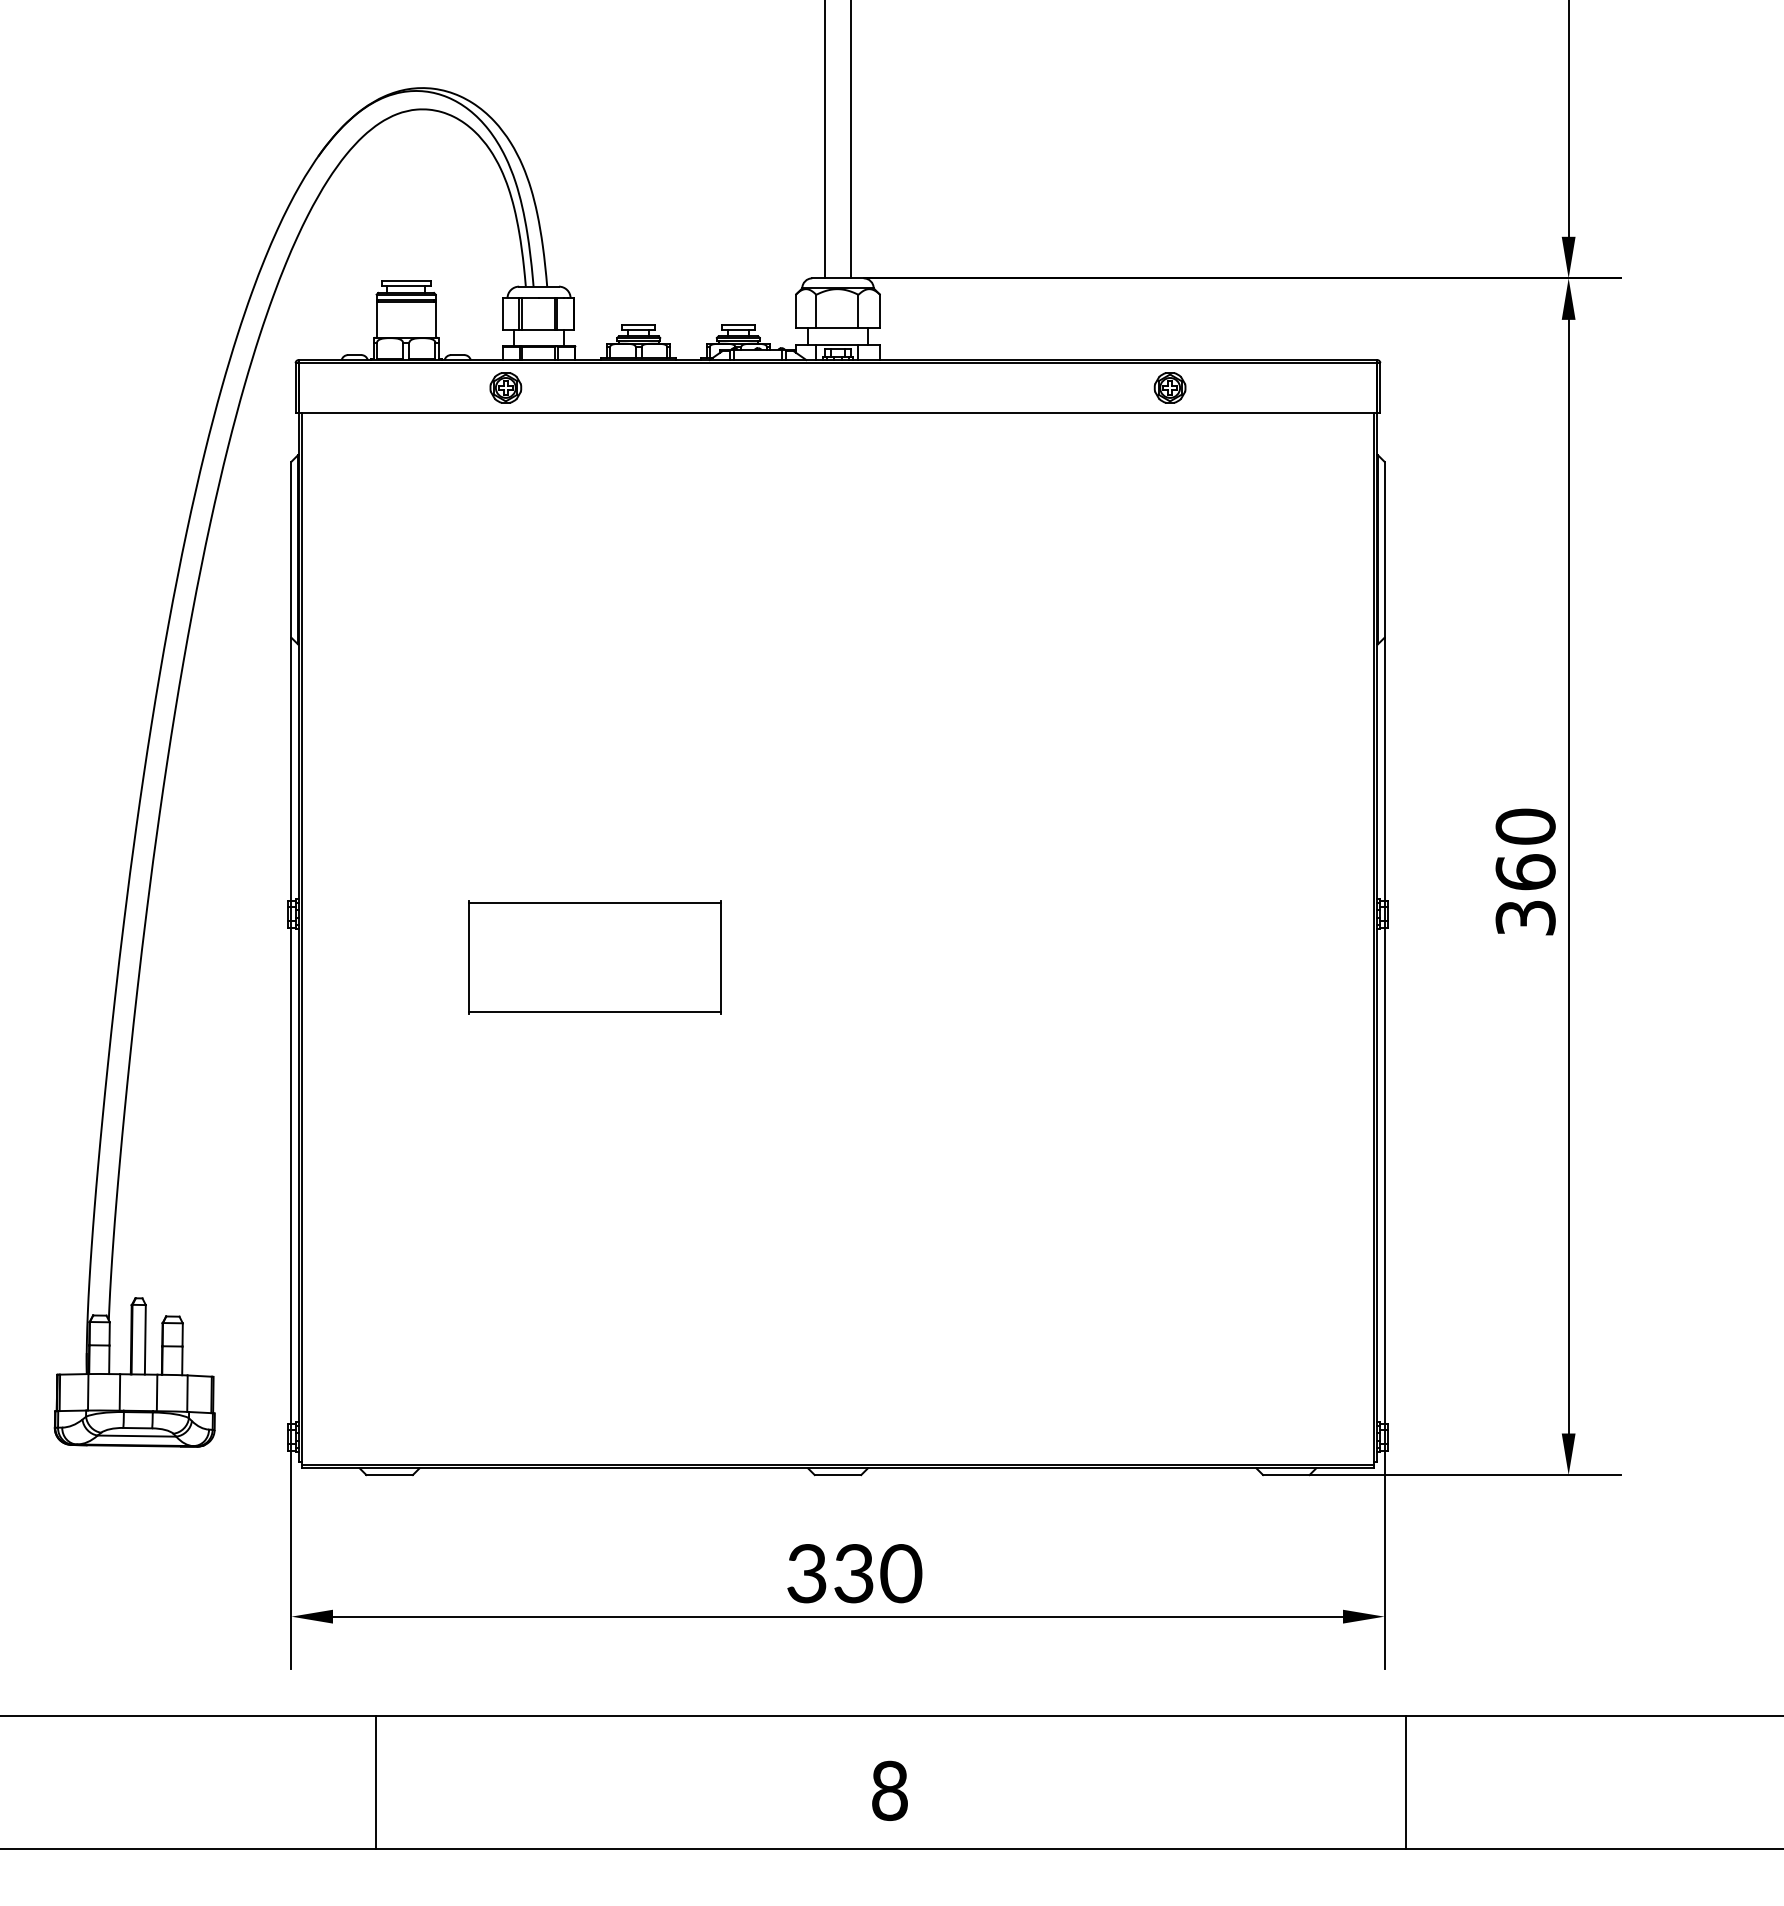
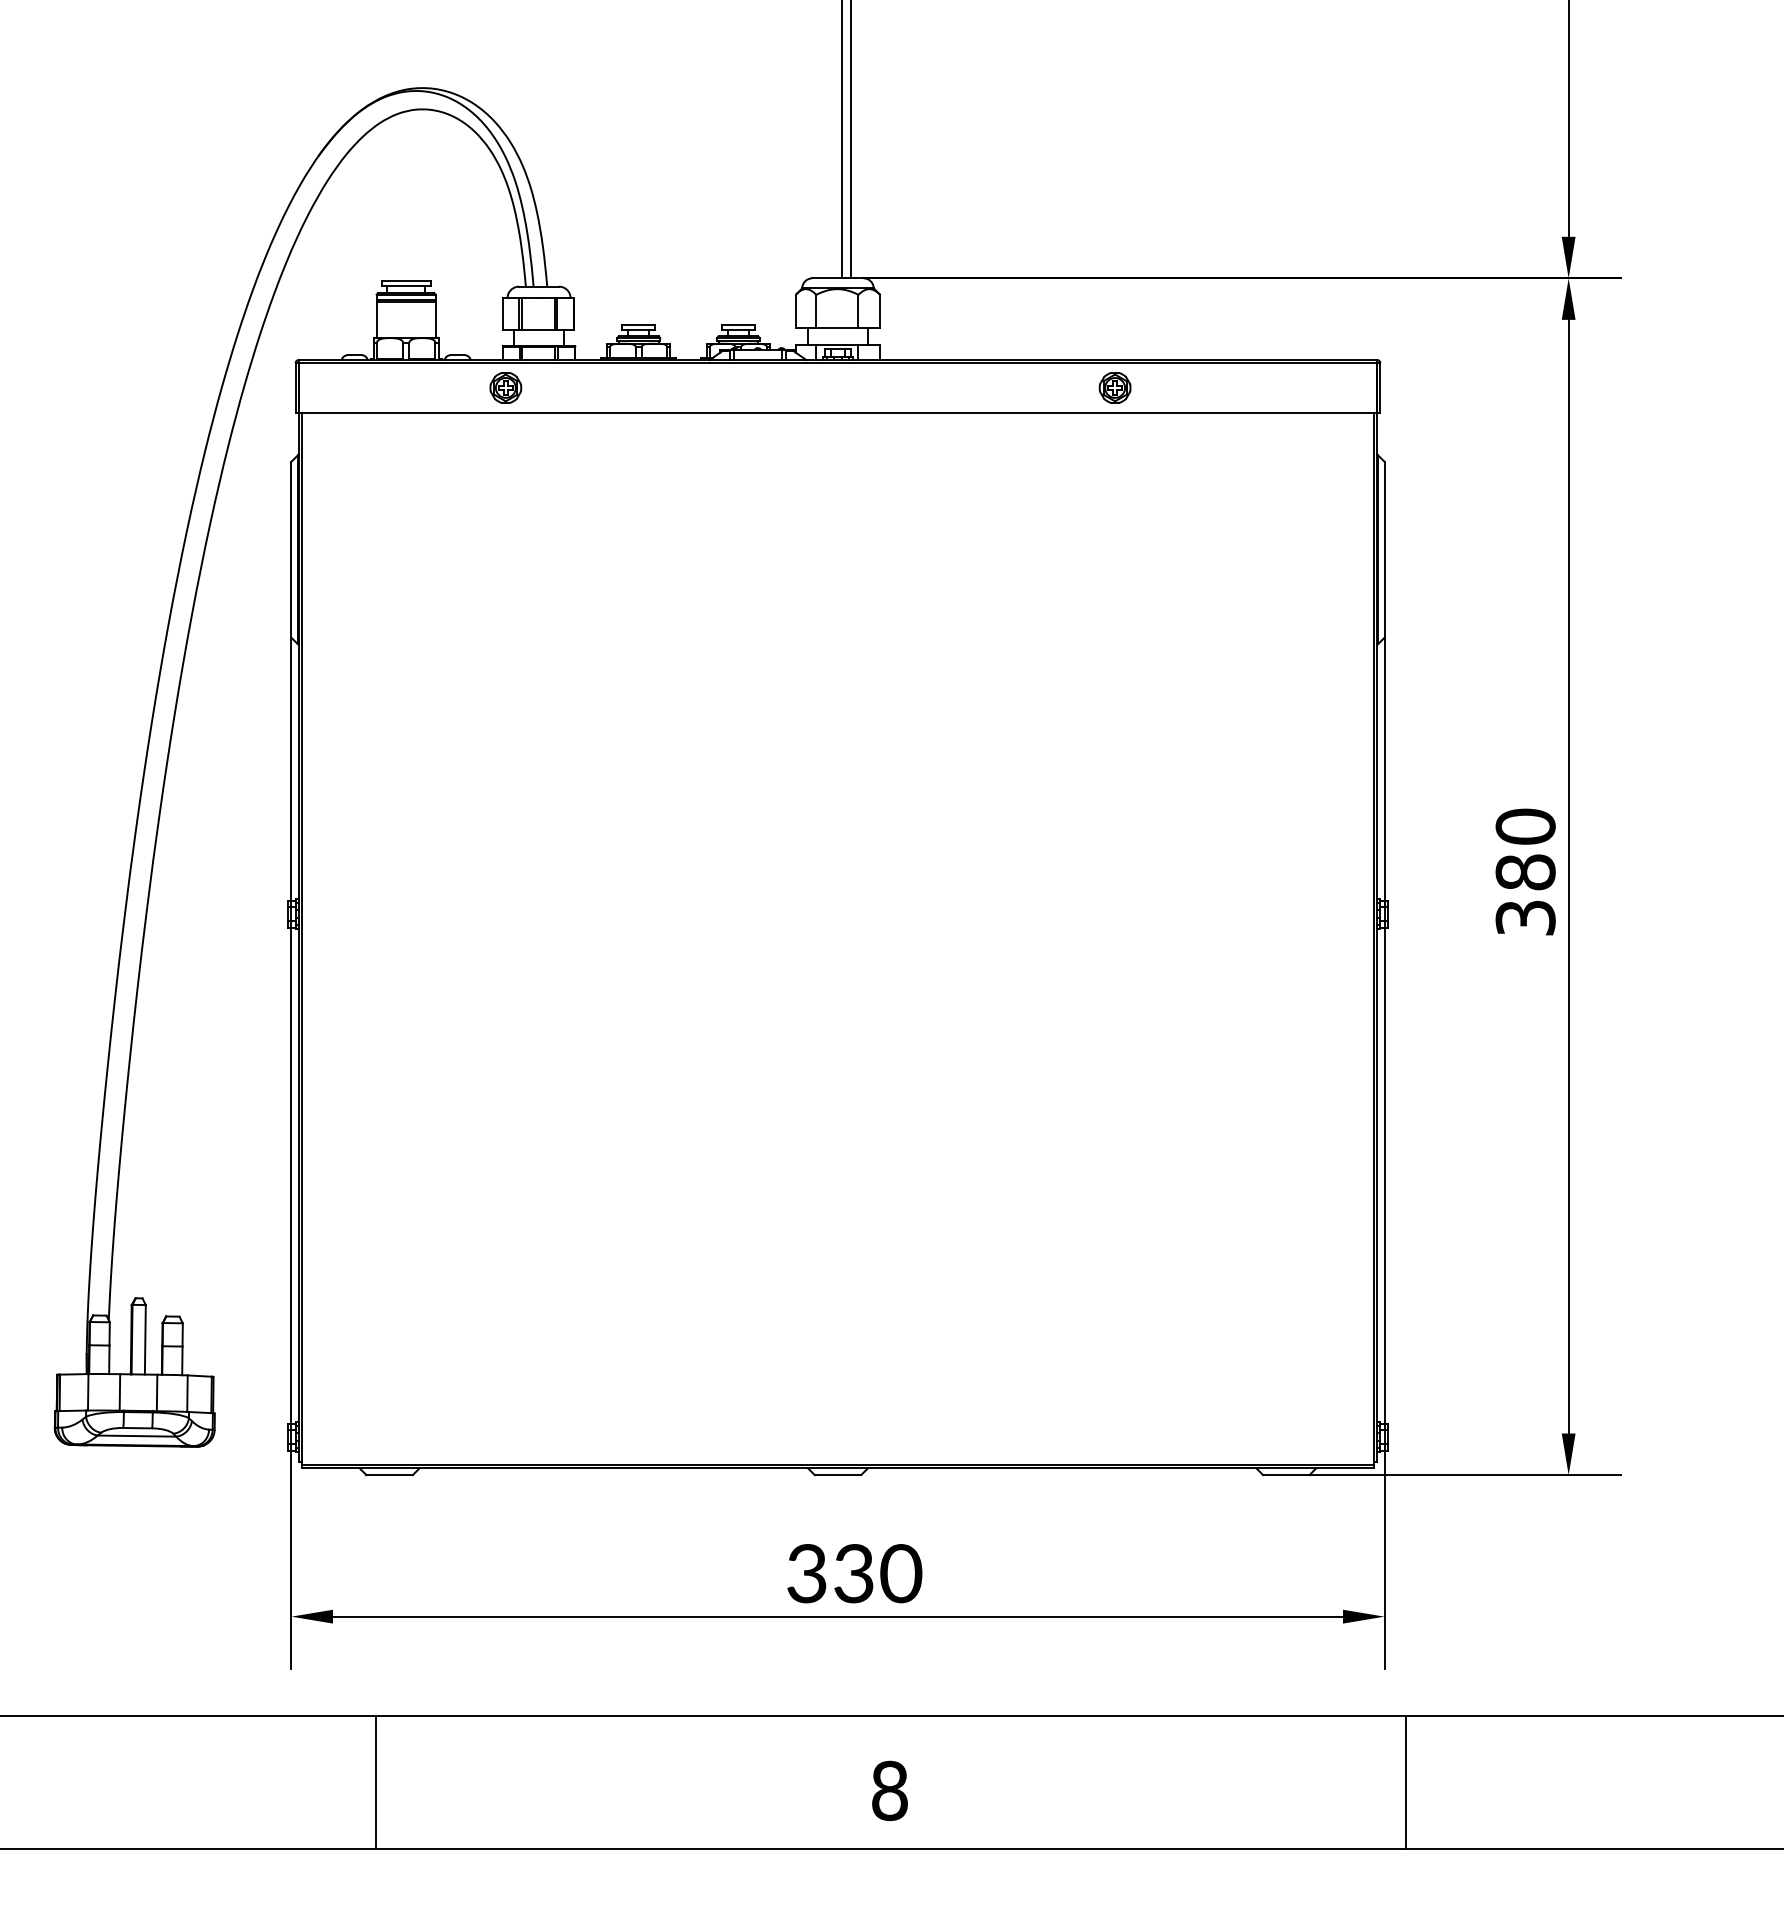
line at (824, 140) position: (824, 140) -> (841, 140)
part at (1169, 387) position: (1169, 387) -> (1114, 387)
text at (1525, 872): 360 -> 380
part at (594, 957): present -> none
